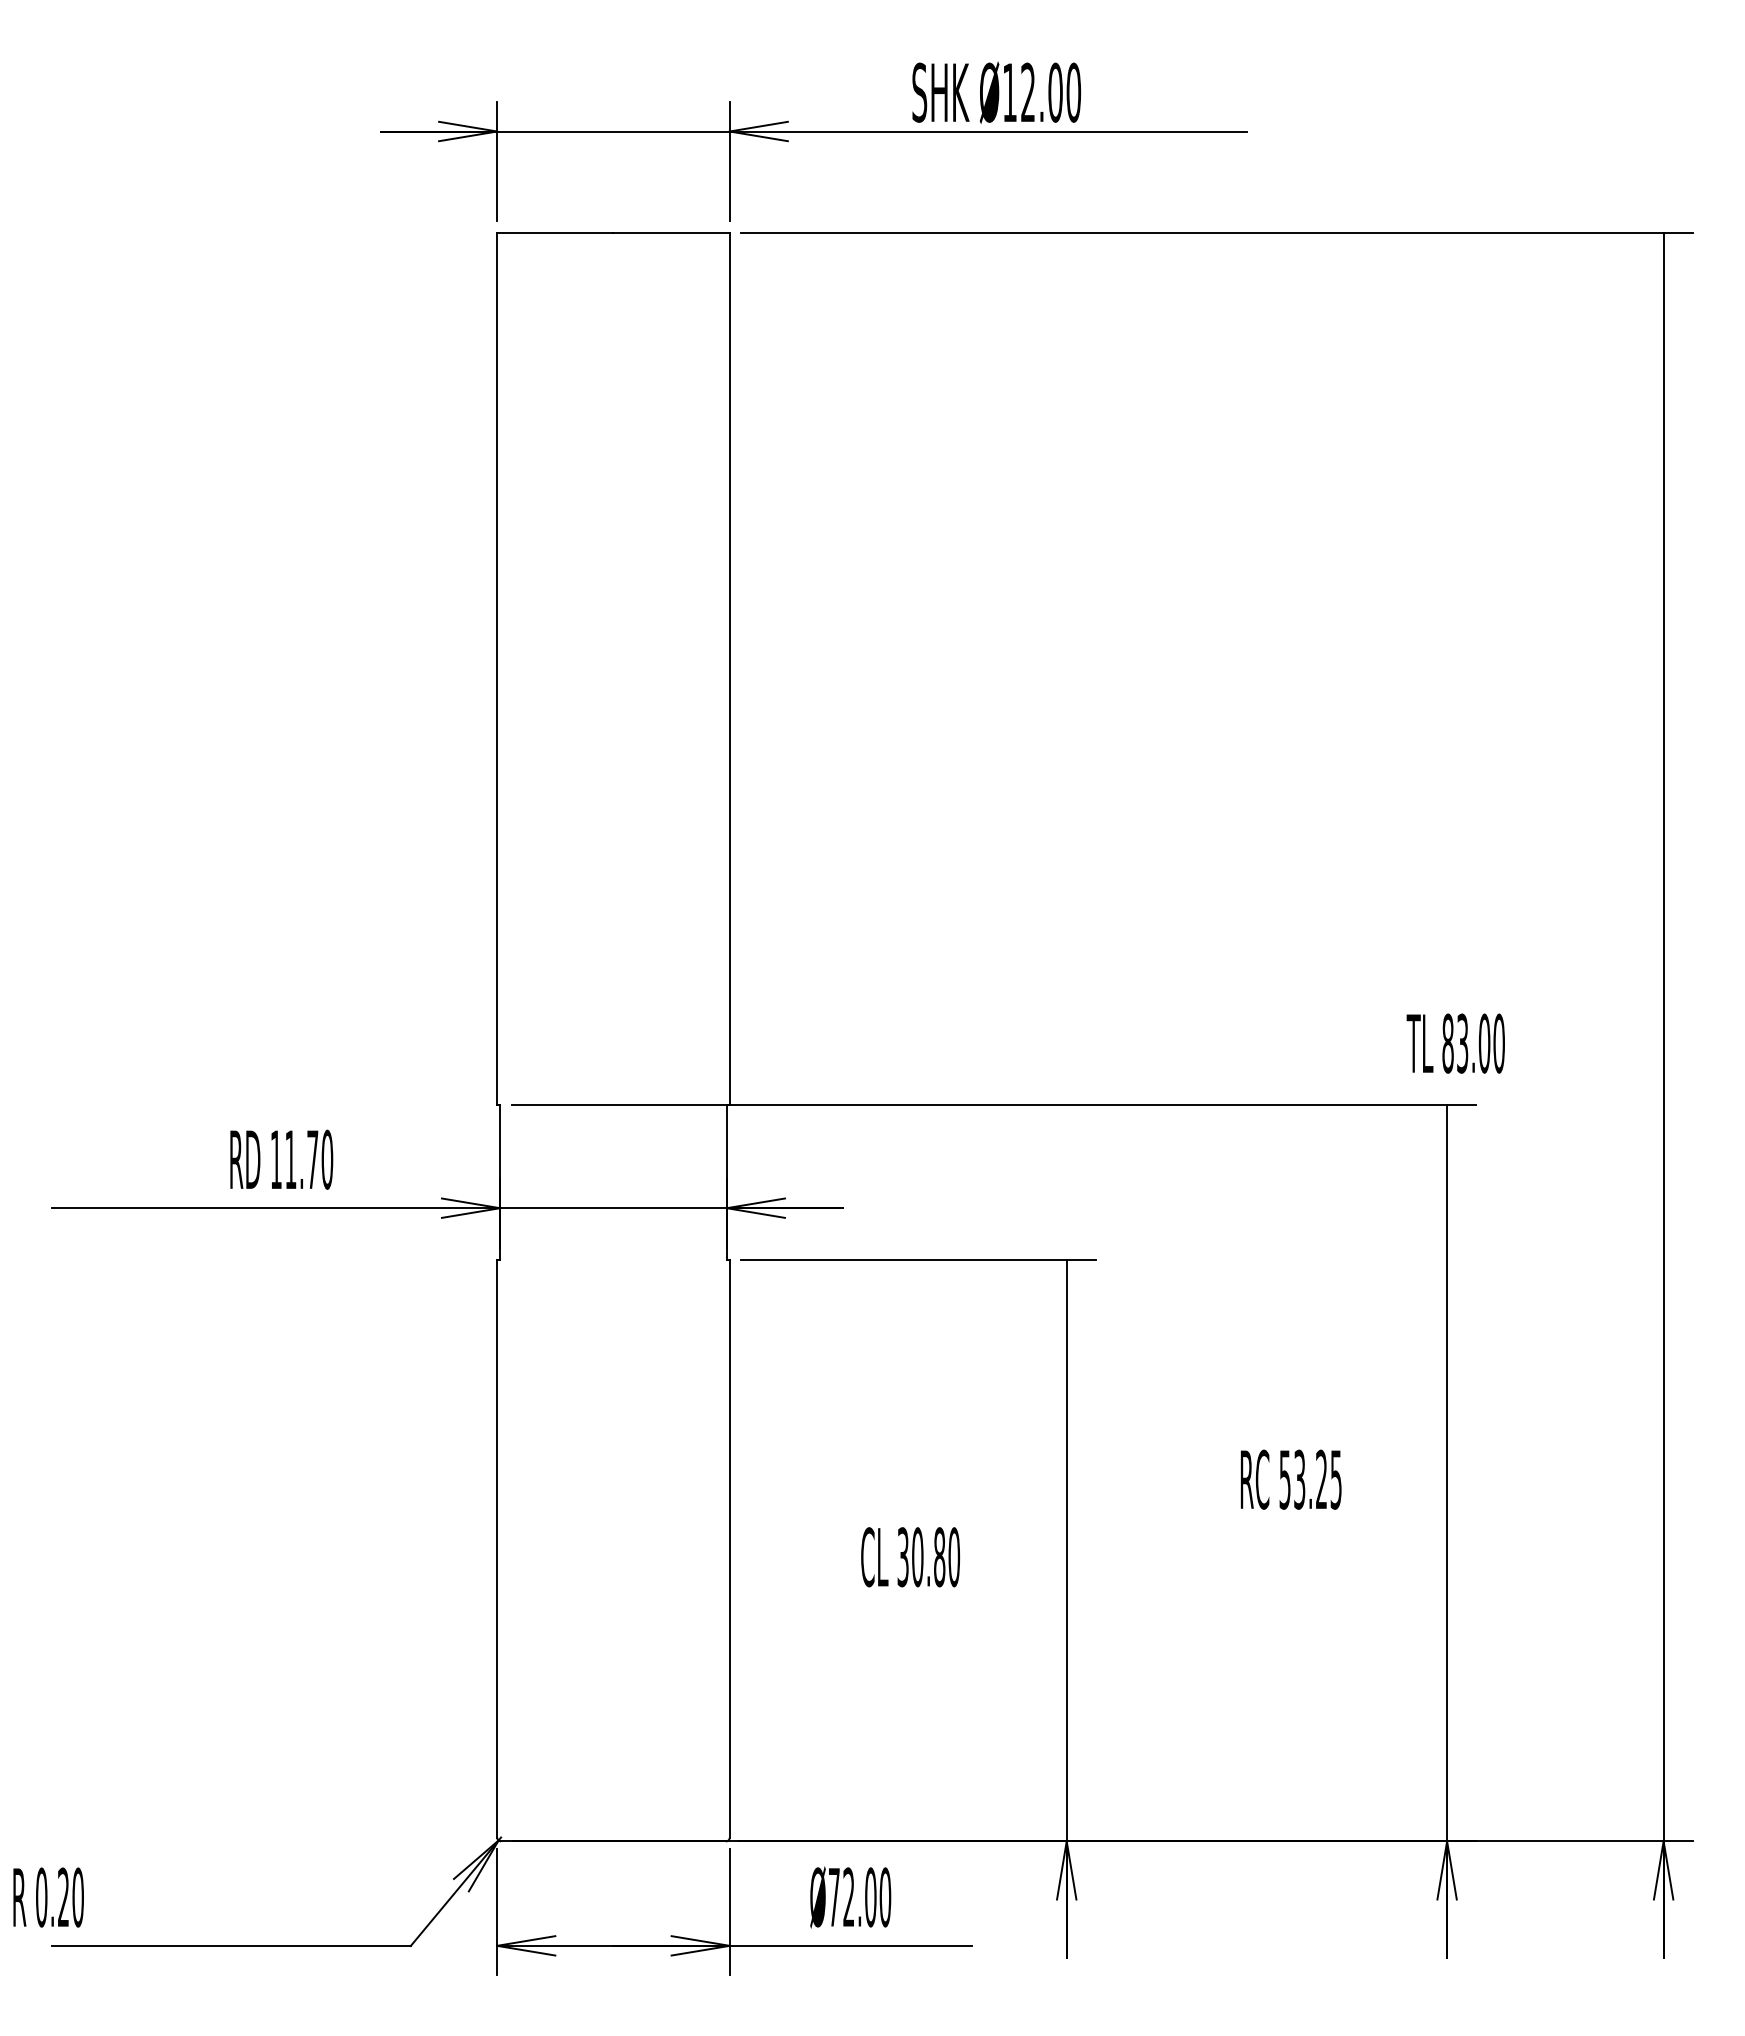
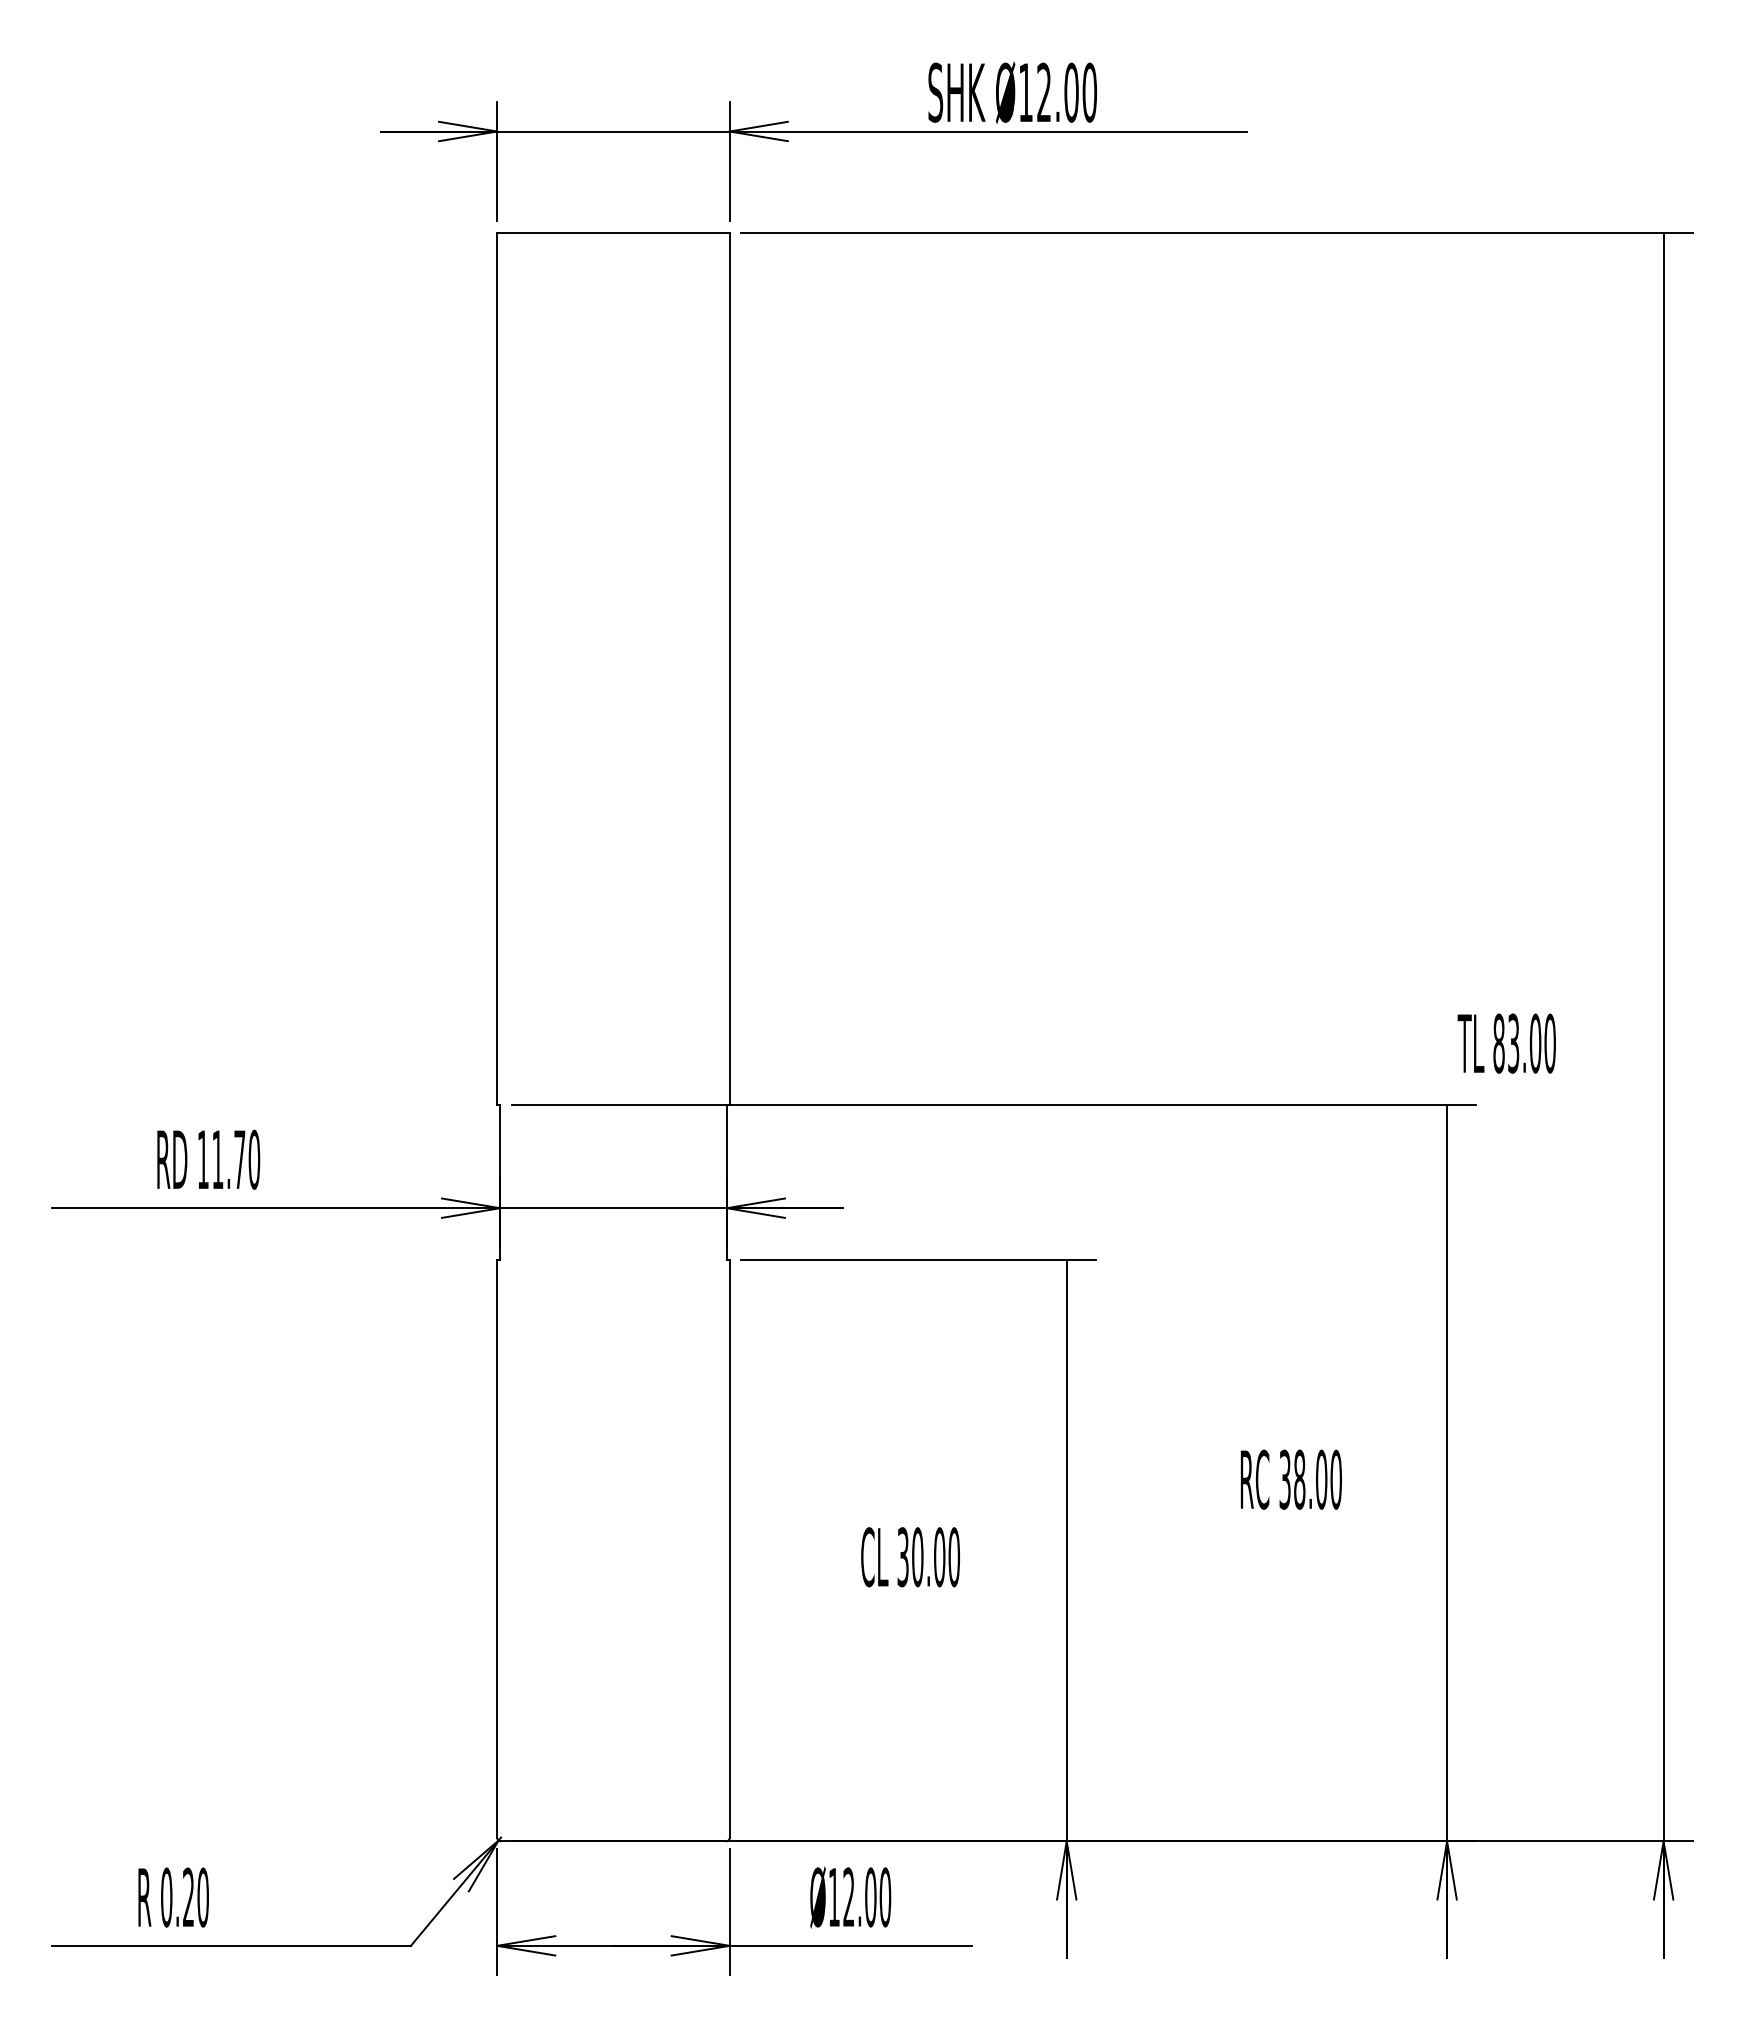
text at (996, 92) position: (996, 92) -> (1012, 92)
text at (1455, 1043) position: (1455, 1043) -> (1506, 1043)
text at (281, 1159) position: (281, 1159) -> (208, 1159)
text at (1310, 1479): 53.25 -> 38.00
text at (939, 1556): 30.80 -> 30.00
text at (48, 1897) position: (48, 1897) -> (173, 1897)
text at (834, 1897): Ø72.00 -> Ø12.00
